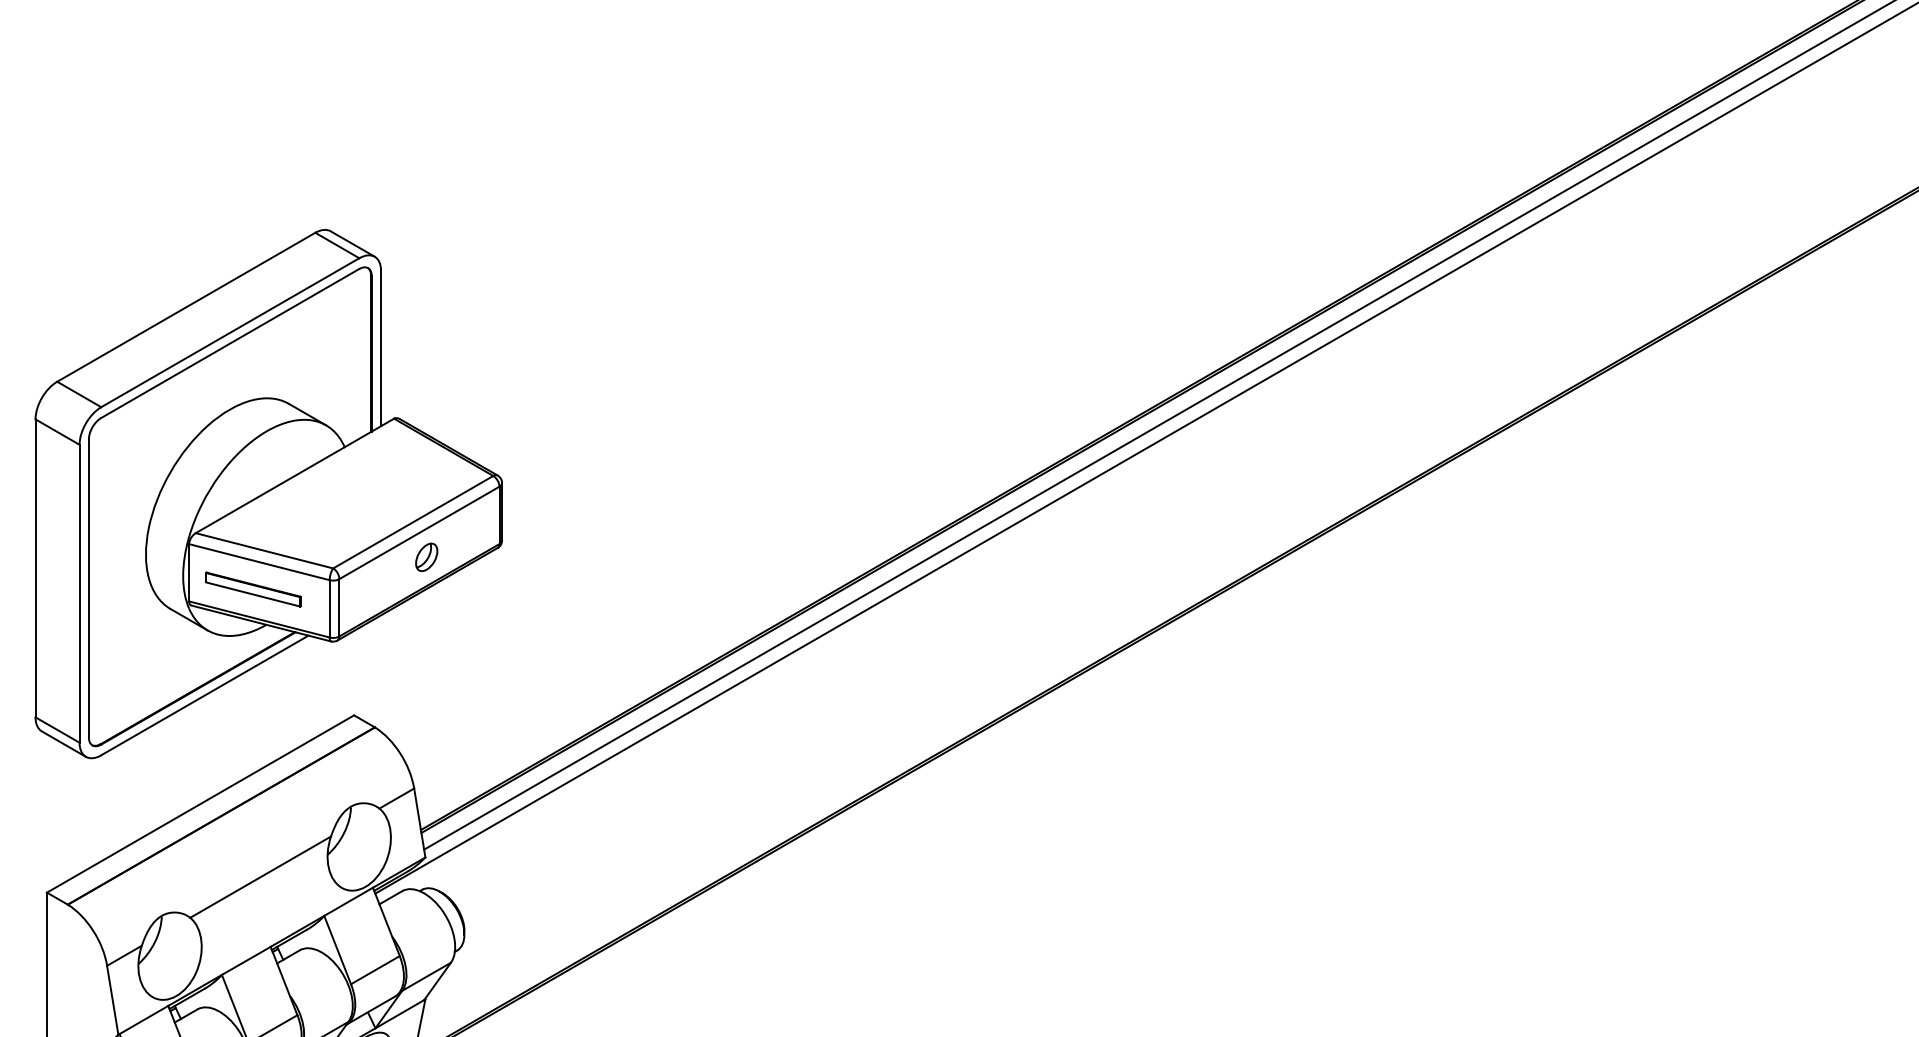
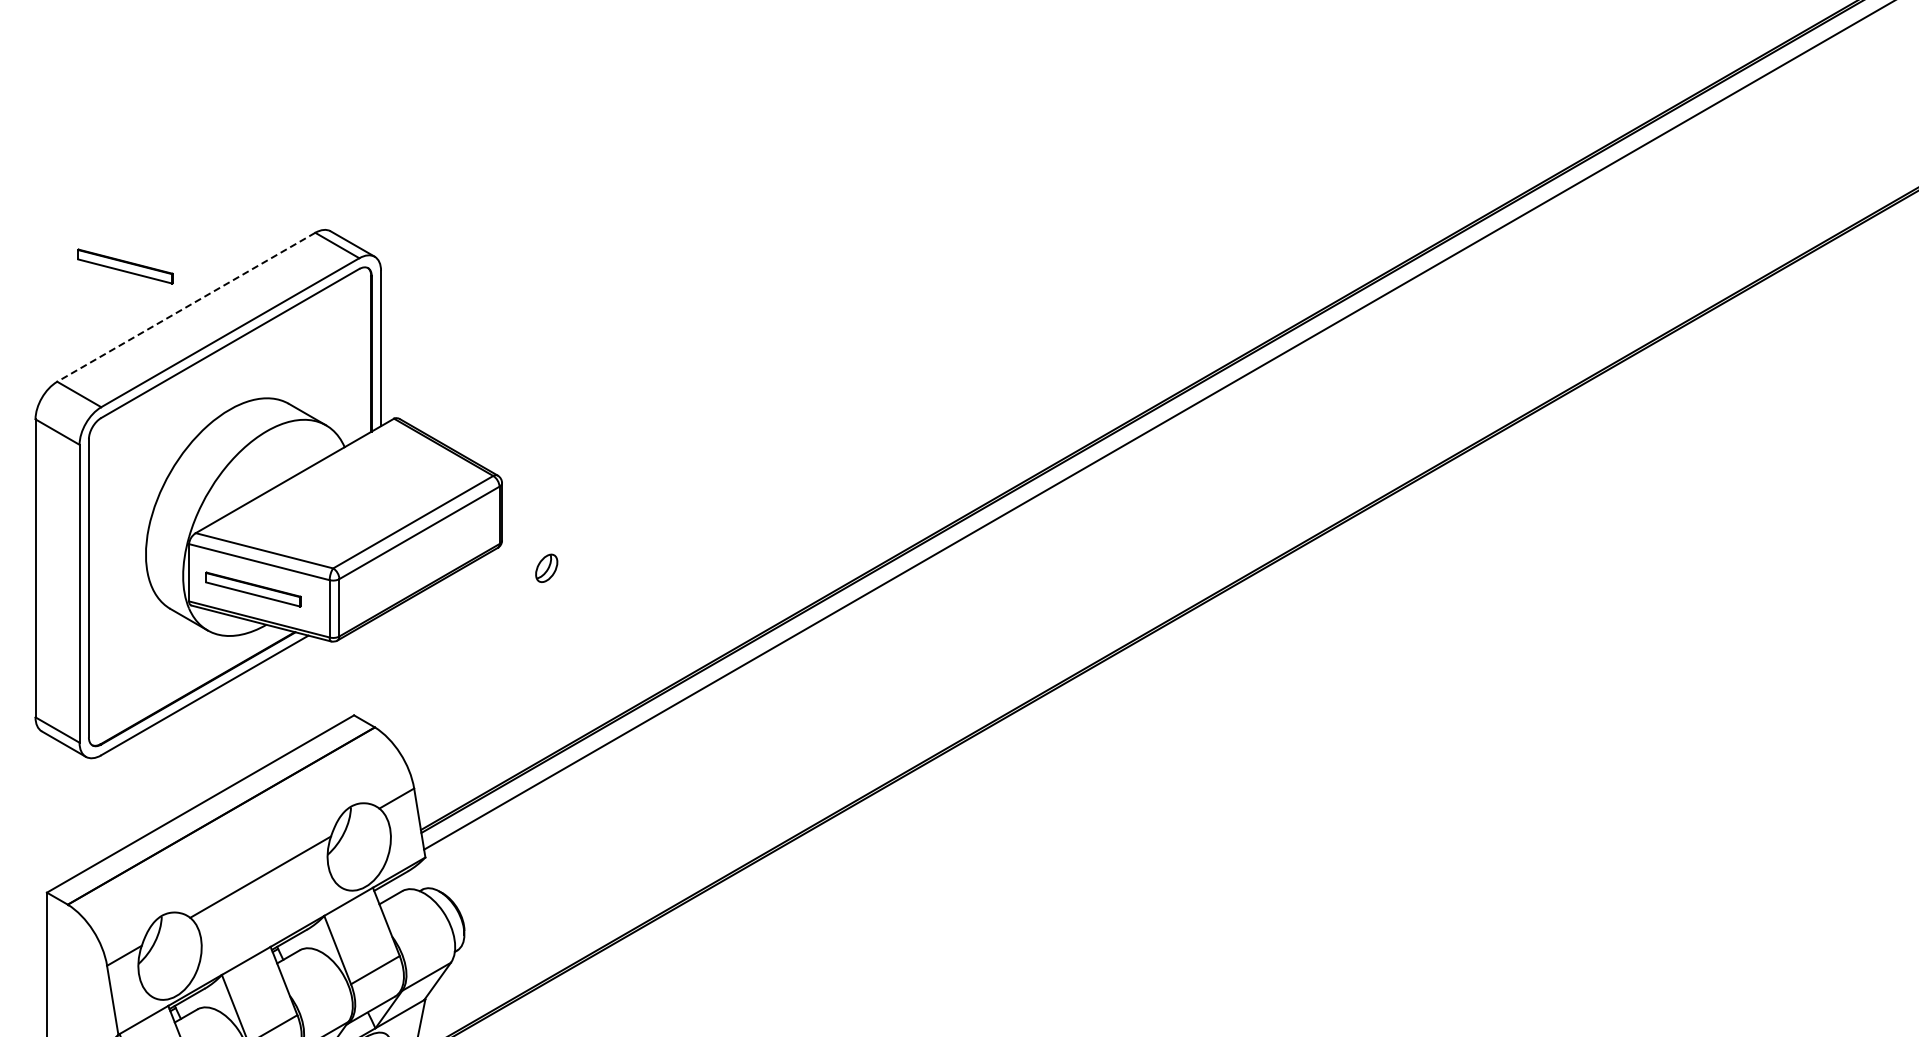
part at (125, 266): none -> present
line at (186, 307): solid -> dashed
line at (1145, 448): present -> none
part at (426, 556) position: (426, 556) -> (546, 567)
